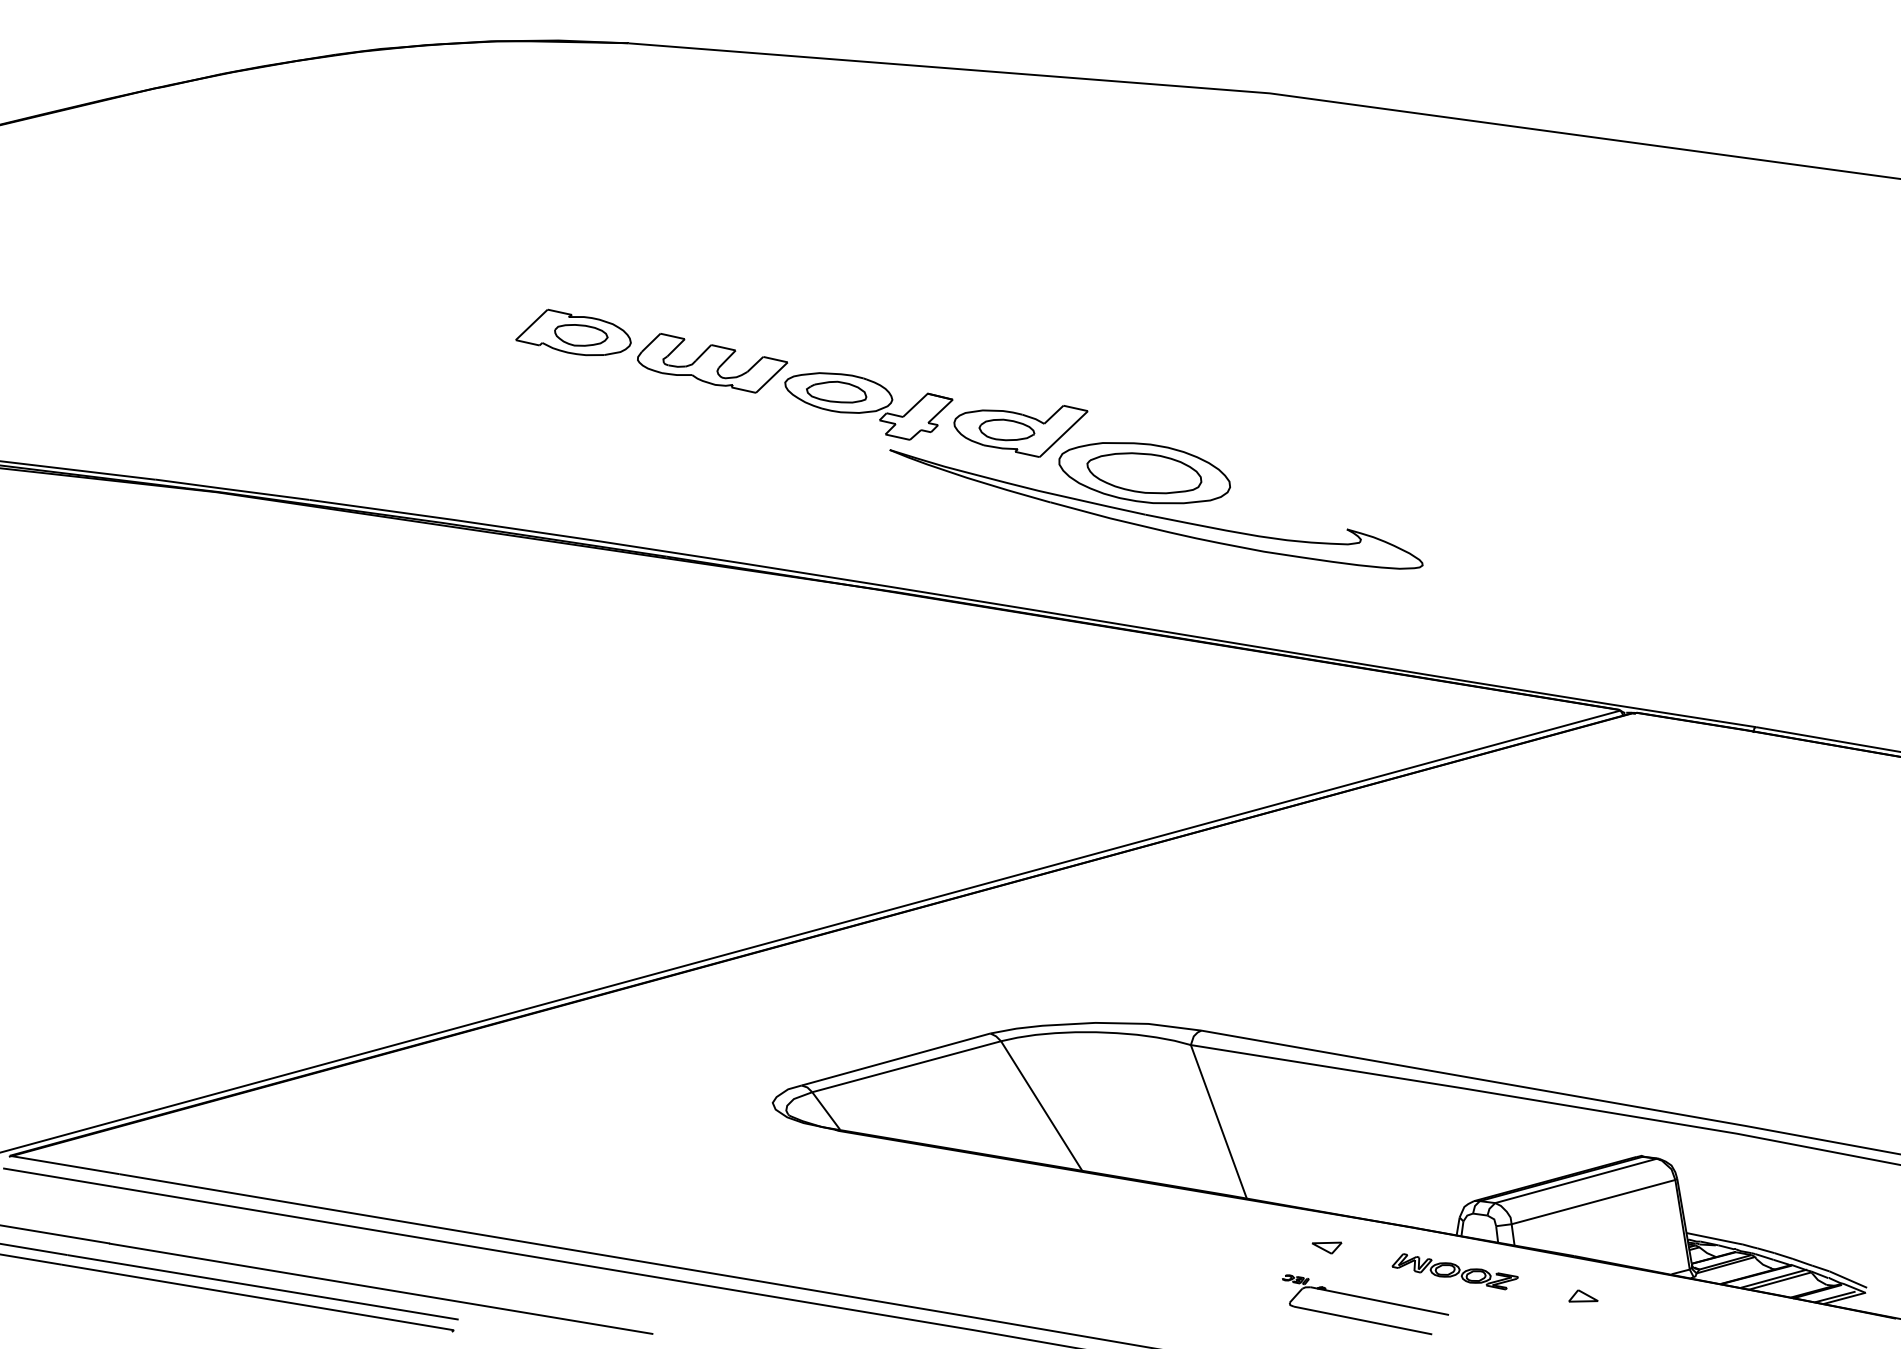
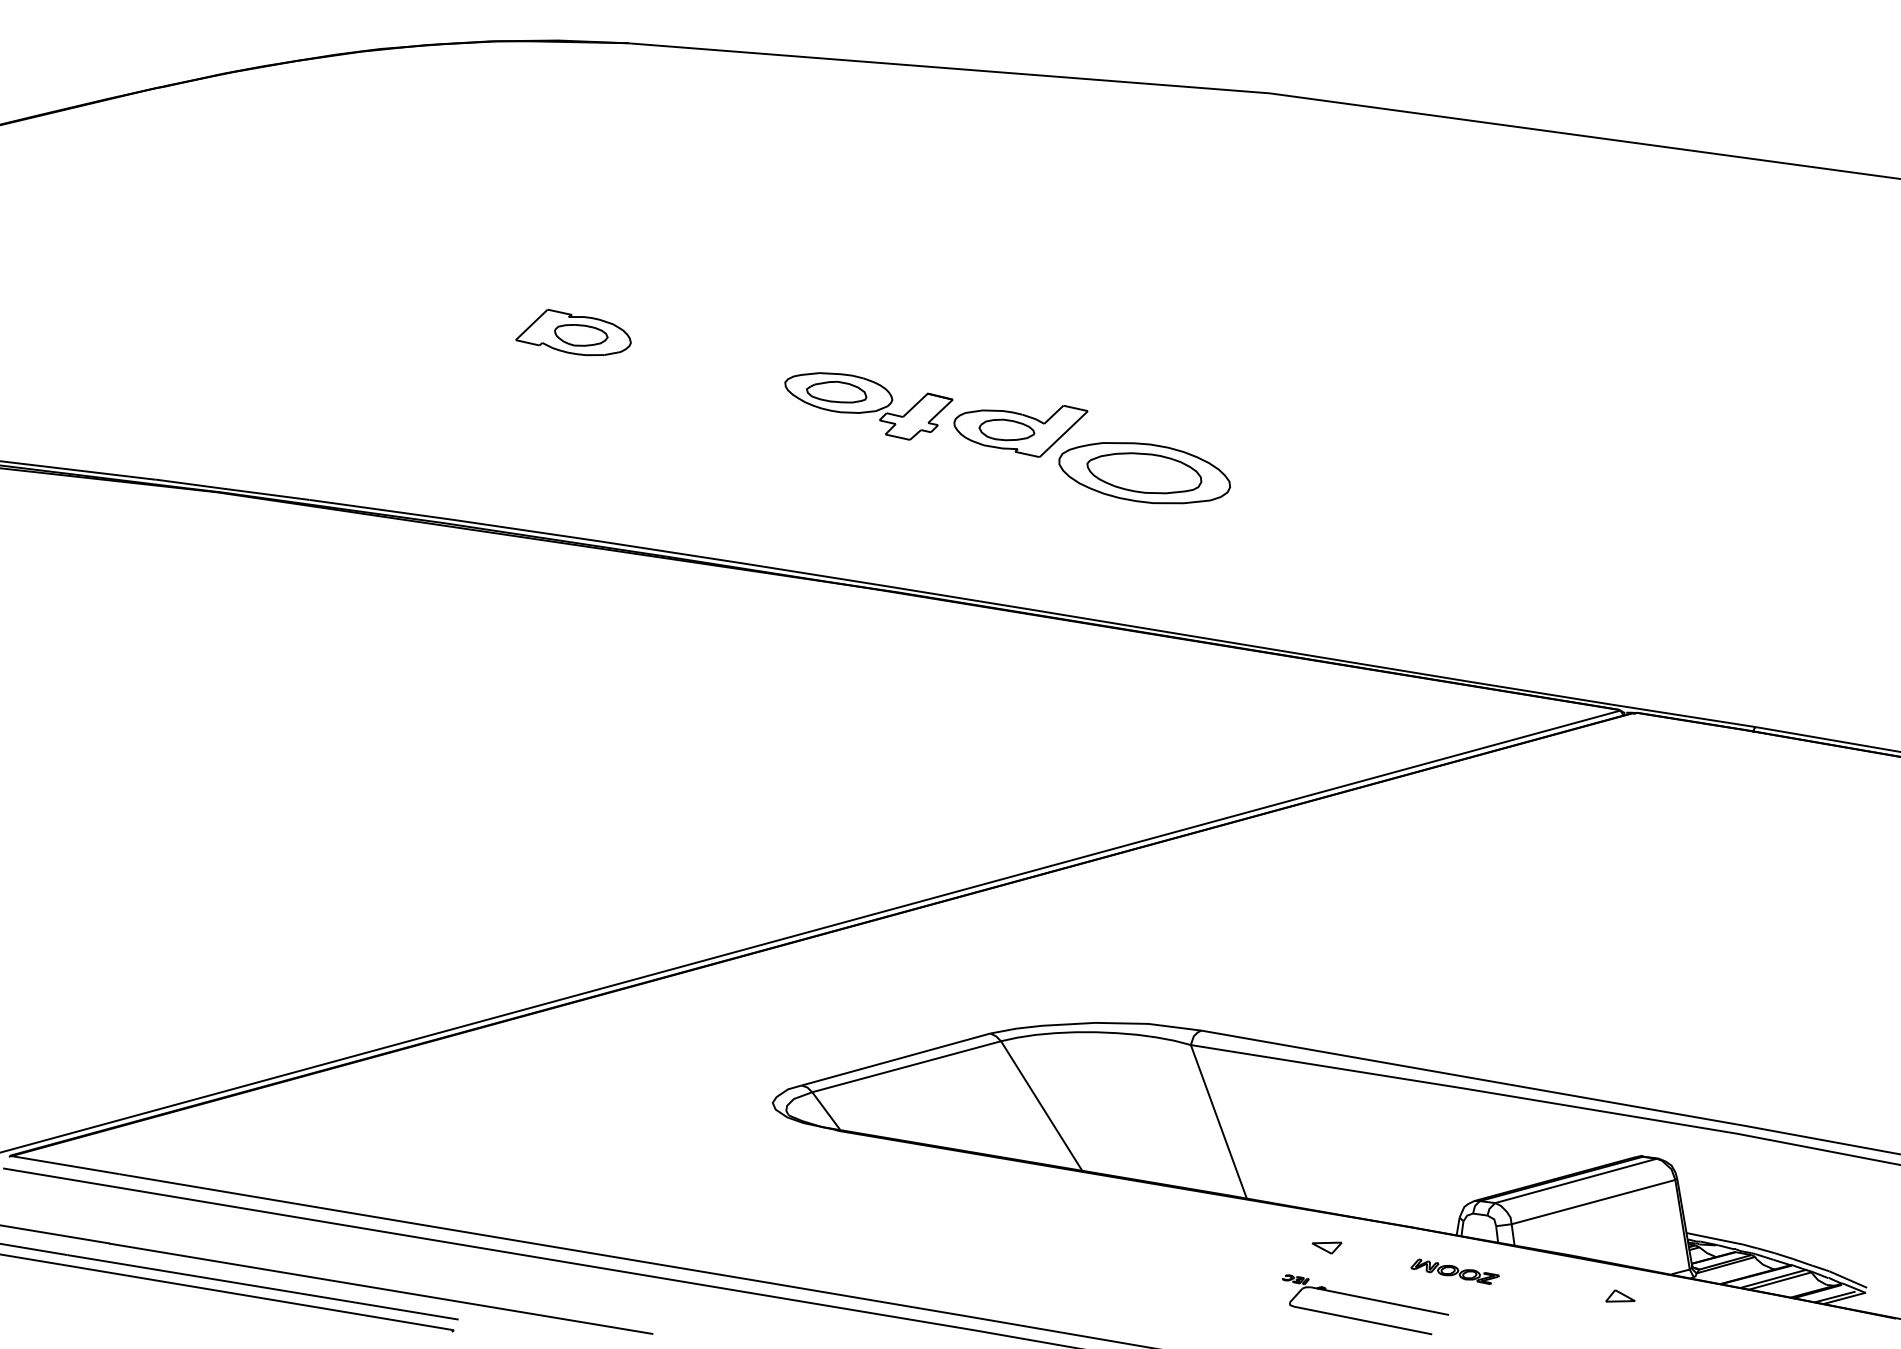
part at (712, 363): present -> none
part at (1155, 515): present -> none
part at (1454, 1271) size: 128x38 px -> 90x27 px
part at (1583, 1295) position: (1583, 1295) -> (1620, 1295)
